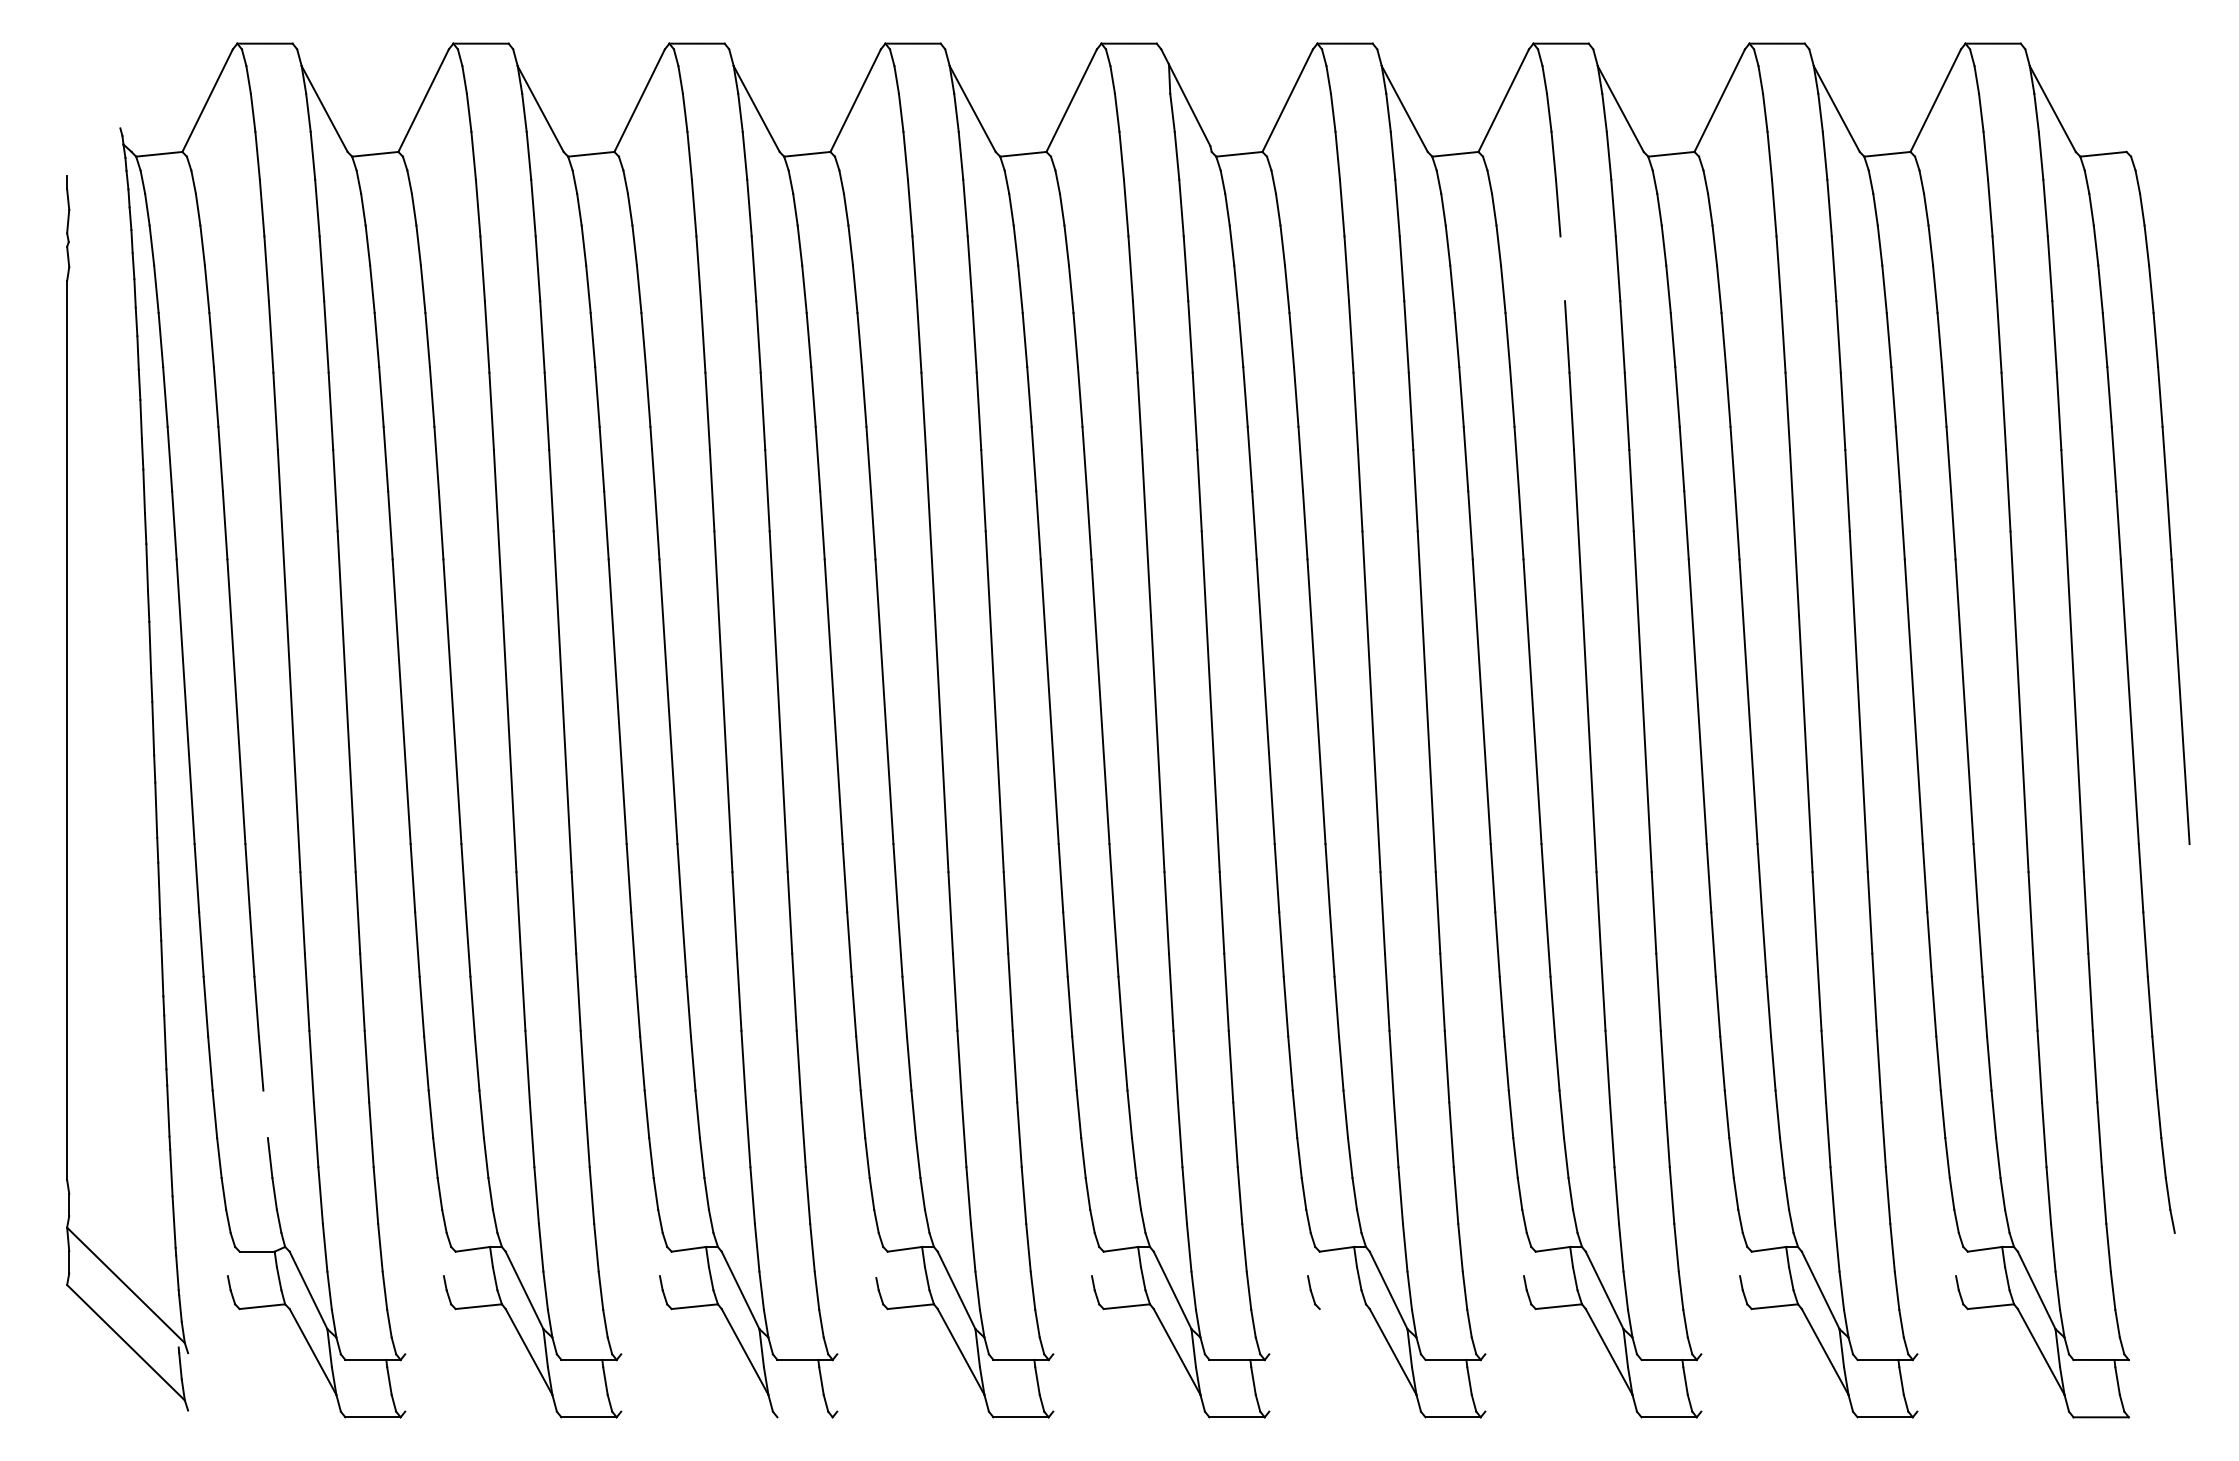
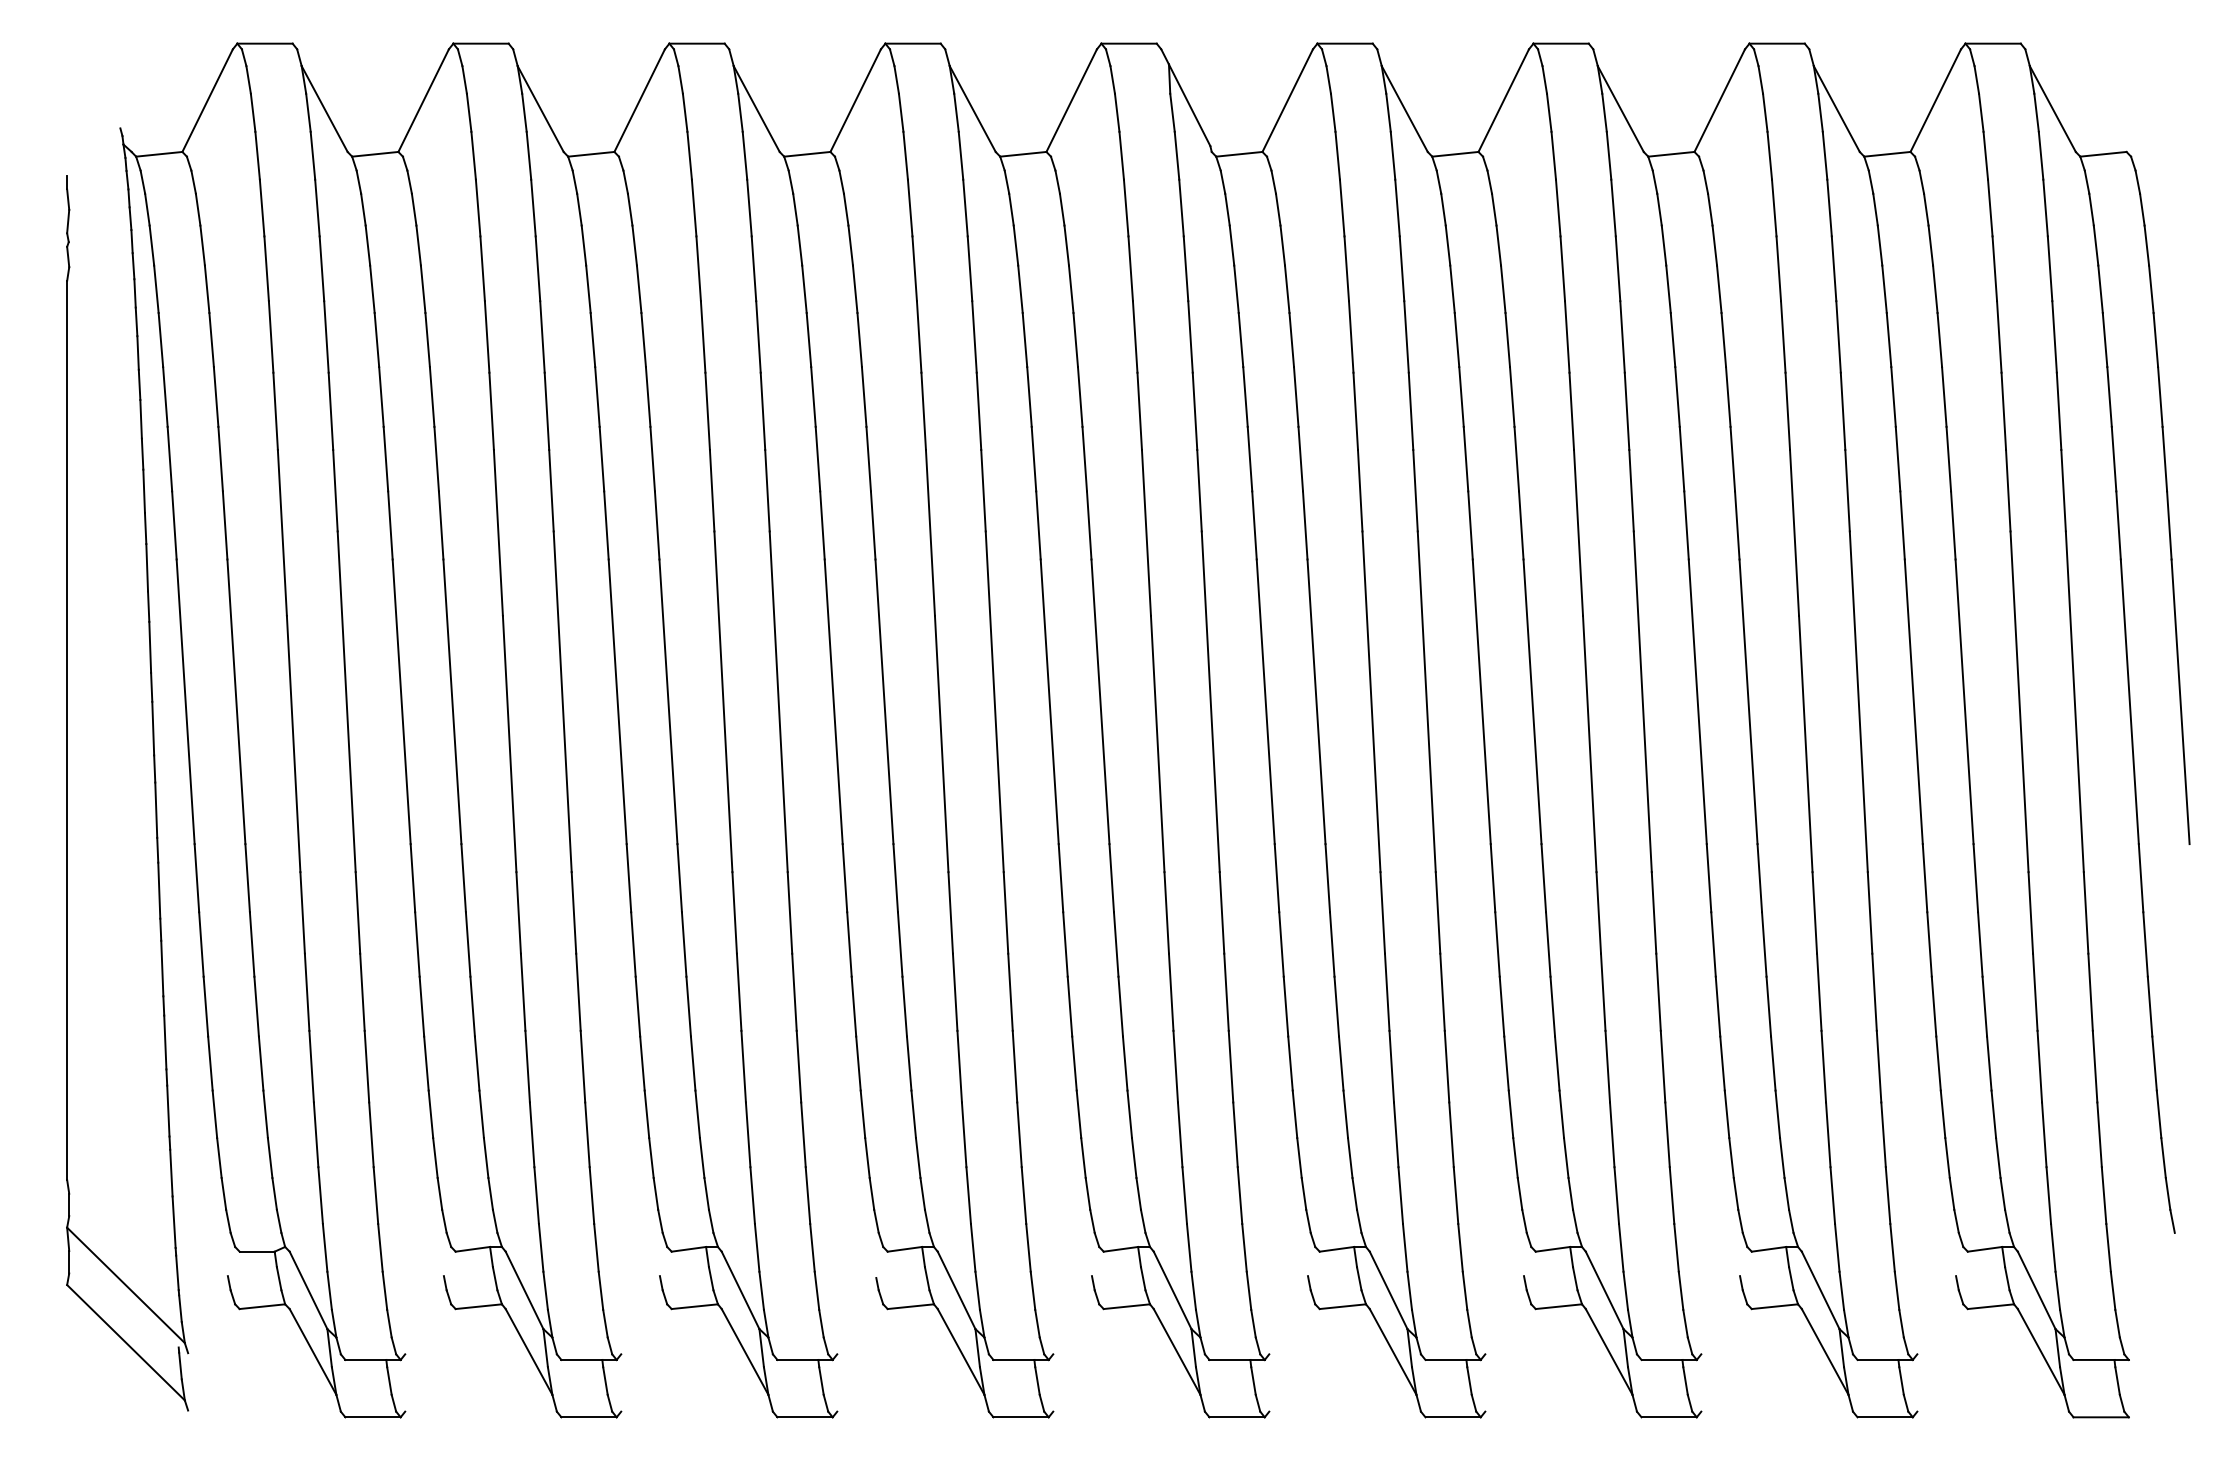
line at (1562, 268): none -> present
line at (265, 1114): none -> present
line at (1342, 1306): none -> present
line at (804, 1417): none -> present
